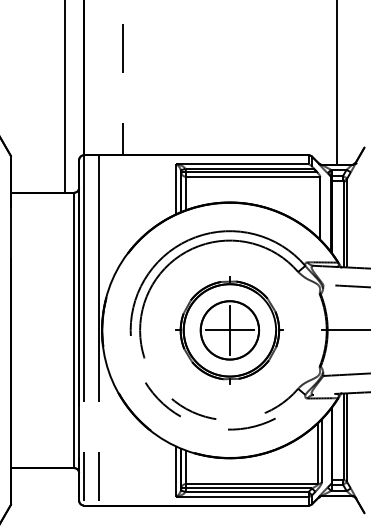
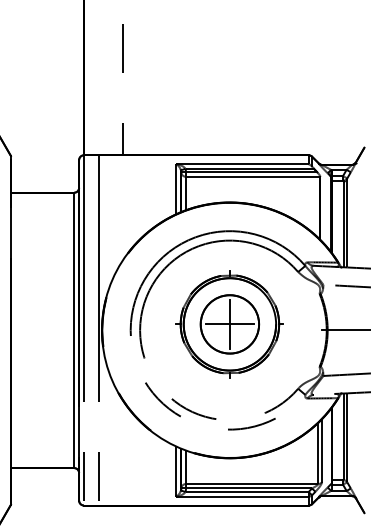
line at (336, 83): present -> none
line at (64, 97): present -> none
part at (229, 330) position: (229, 330) -> (229, 324)
